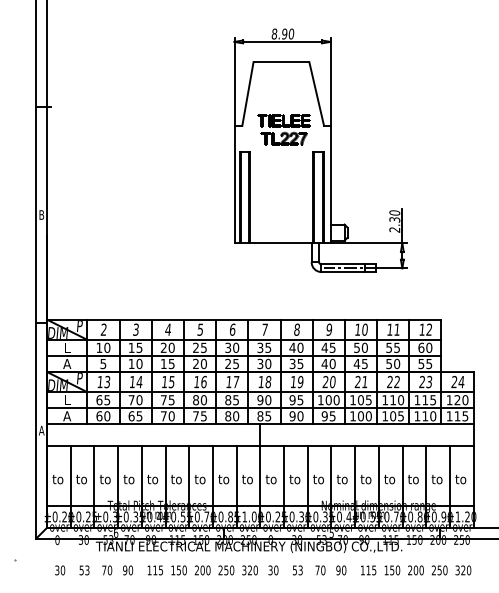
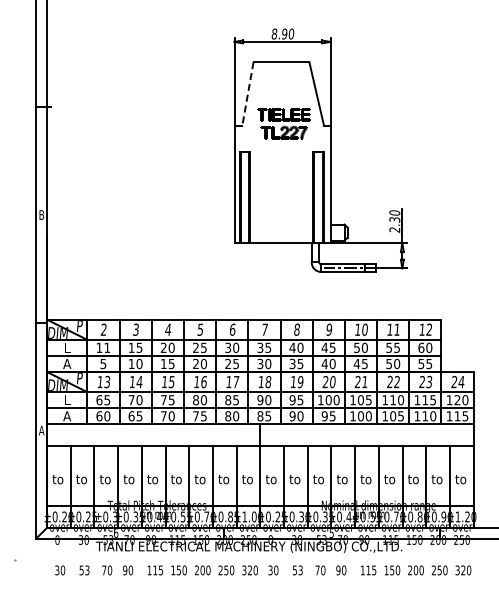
line at (247, 94): solid -> dashed
part at (283, 129) position: (283, 129) -> (283, 123)
text at (107, 347): 10 -> 11
